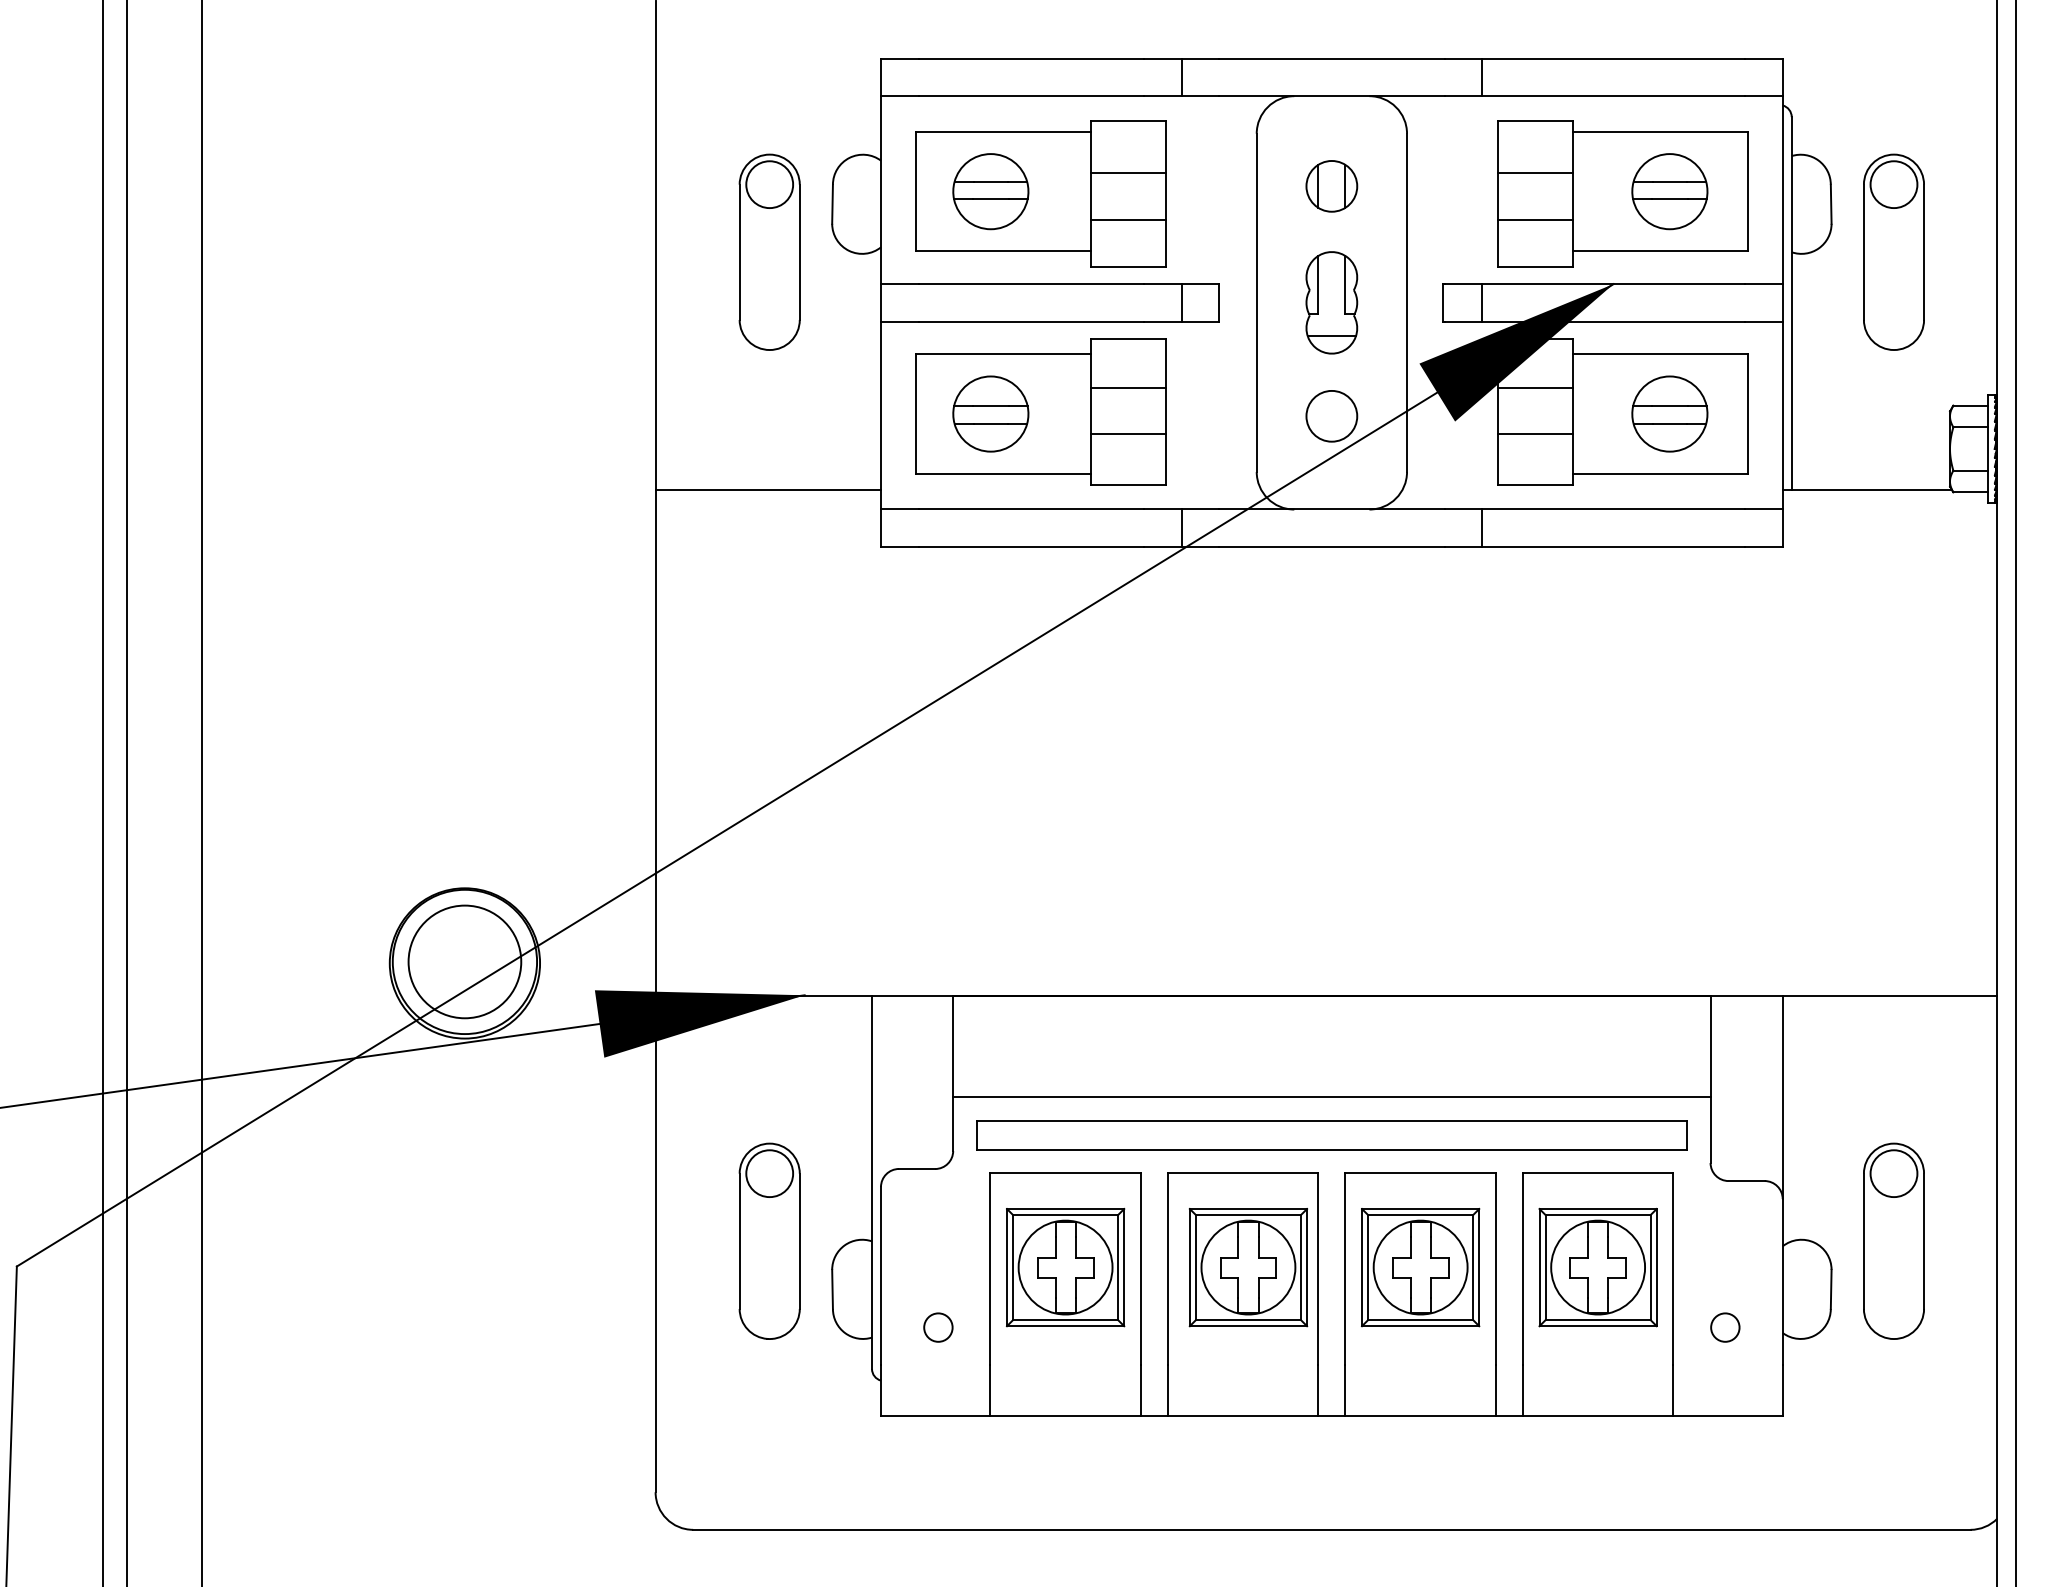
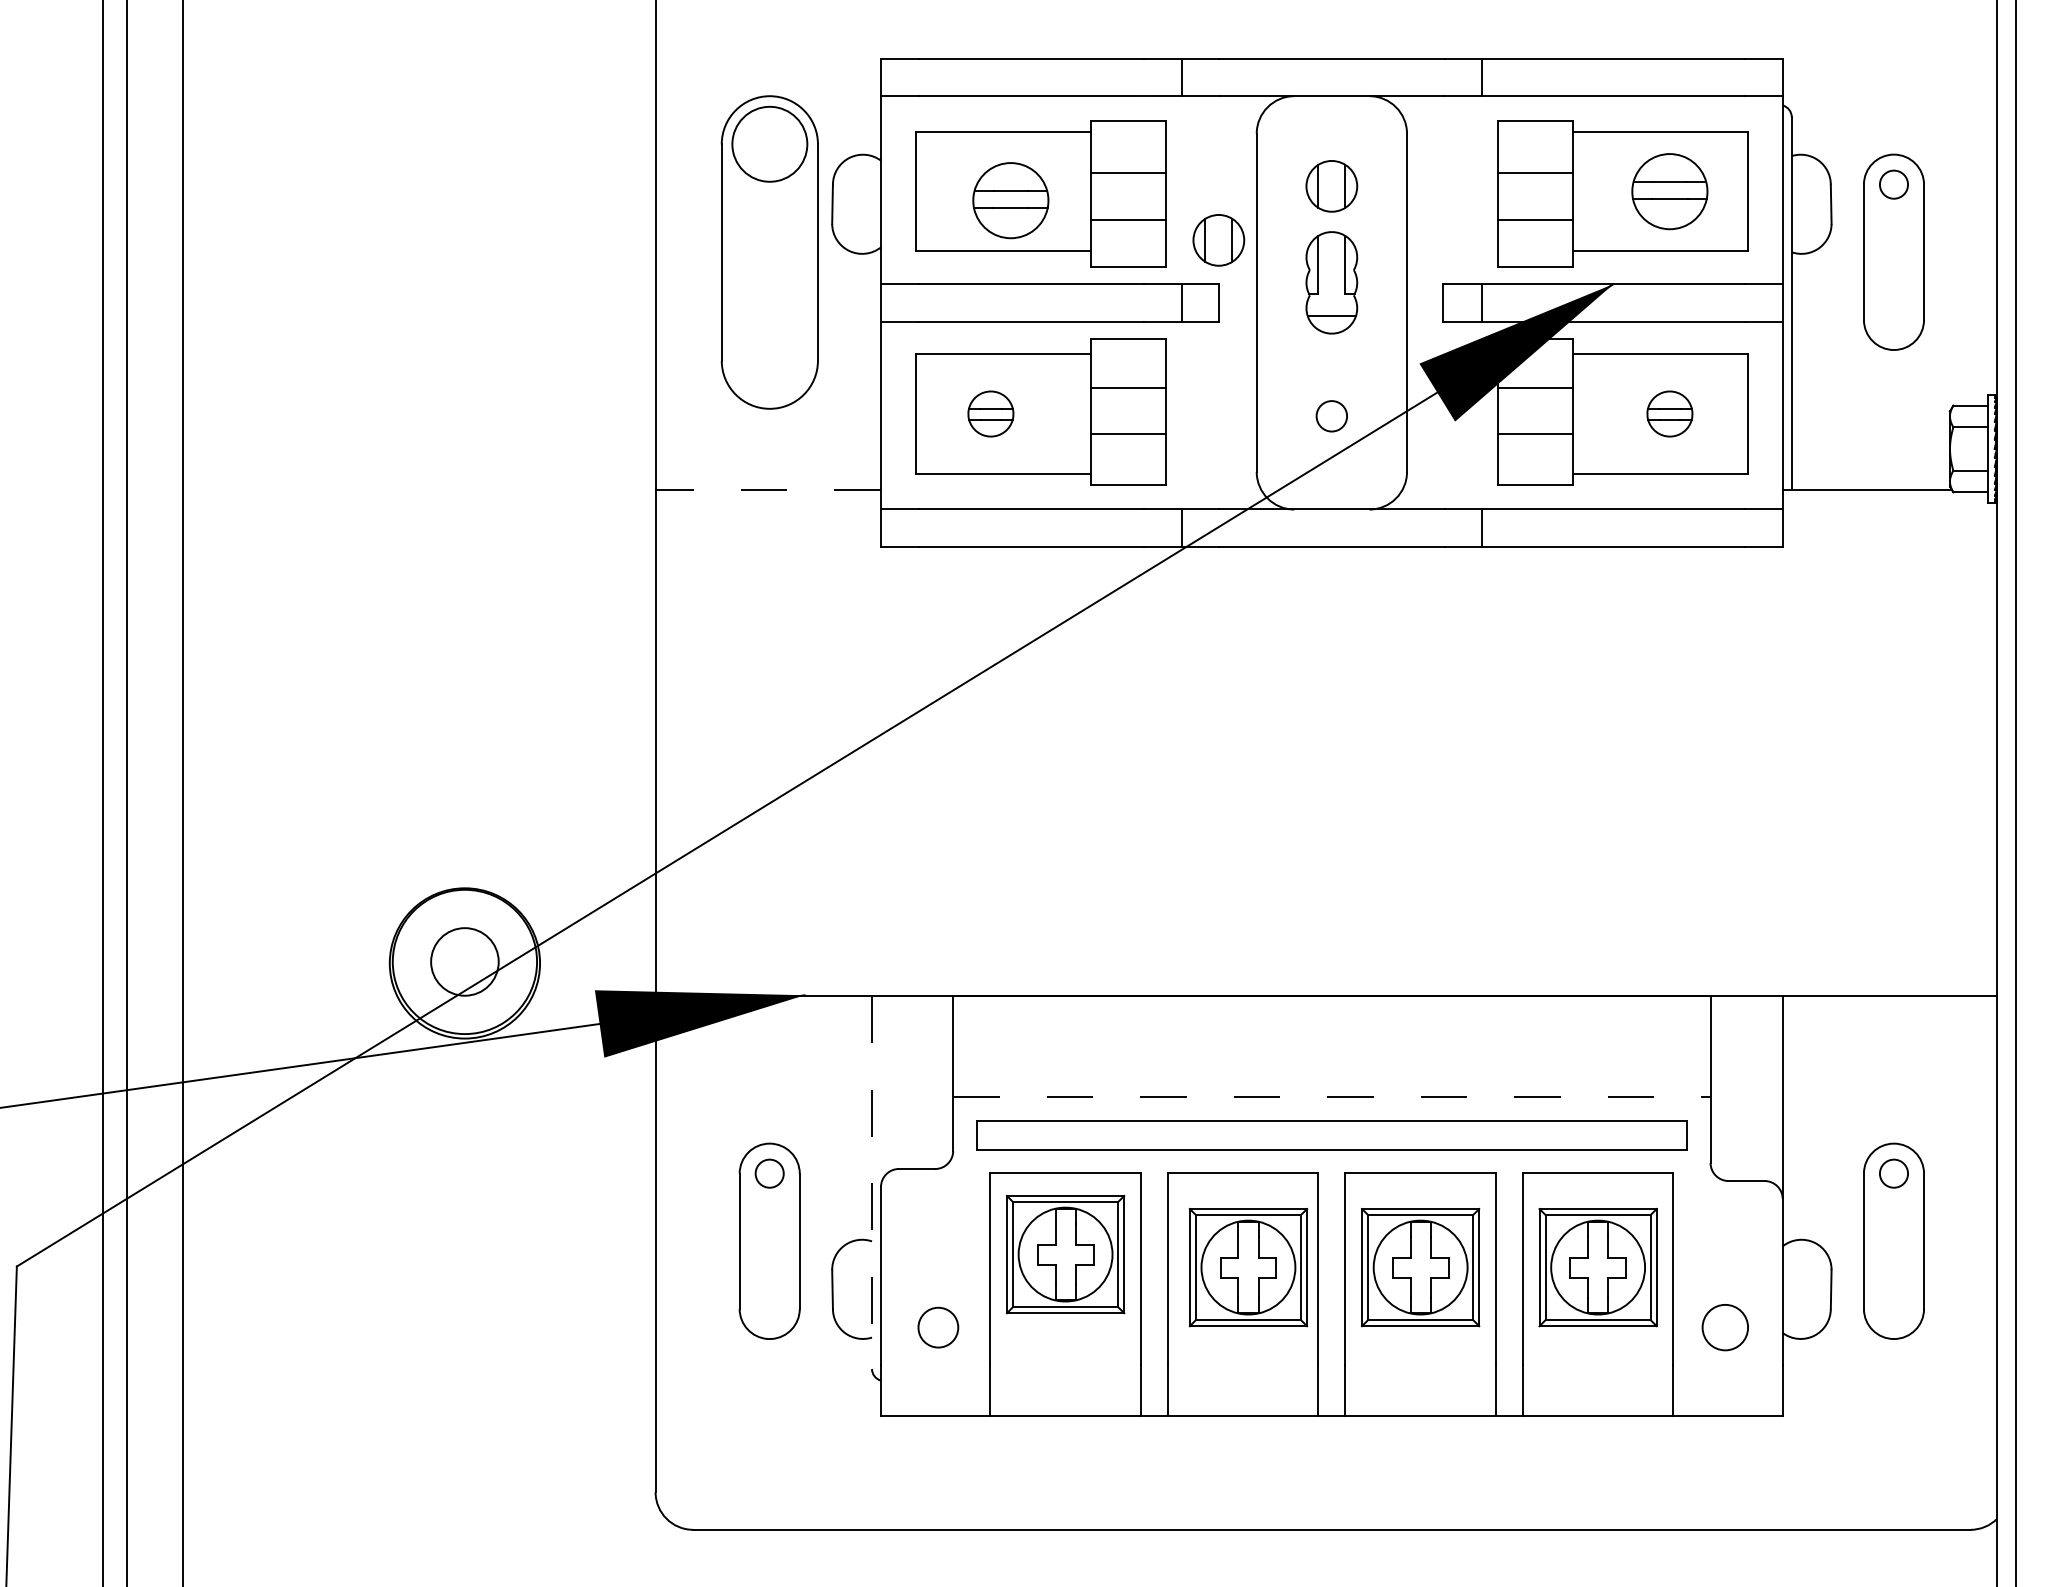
circle at (1893, 184) diameter: 47 px -> 28 px
part at (990, 191) position: (990, 191) -> (1010, 200)
part at (1218, 240): none -> present
part at (769, 251) size: 63x198 px -> 99x315 px
part at (1331, 302) position: (1331, 302) -> (1331, 282)
part at (990, 413) size: 78x78 px -> 48x48 px
part at (1669, 413) size: 78x78 px -> 48x48 px
circle at (1331, 415) diameter: 51 px -> 30 px
line at (768, 489): solid -> dashed
line at (201, 792) position: (201, 792) -> (182, 792)
circle at (464, 961) diameter: 113 px -> 68 px
line at (1331, 1096): solid -> dashed
circle at (769, 1173) diameter: 47 px -> 28 px
circle at (1893, 1173) diameter: 47 px -> 28 px
line at (872, 1183): solid -> dashed
part at (1065, 1267) position: (1065, 1267) -> (1065, 1254)
circle at (938, 1327) size: 31x31 px -> 43x43 px
circle at (1725, 1327) diameter: 28 px -> 45 px
